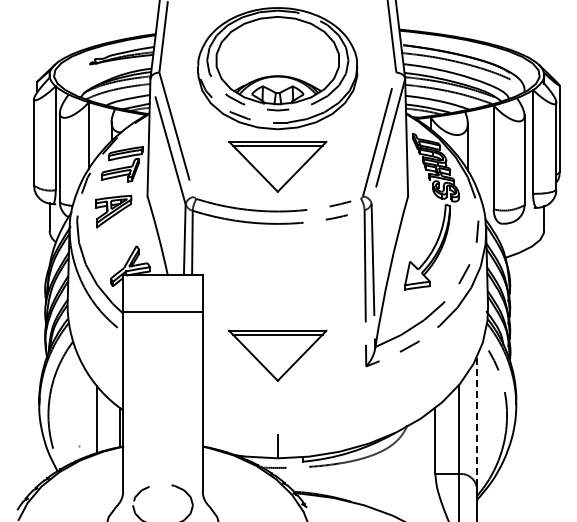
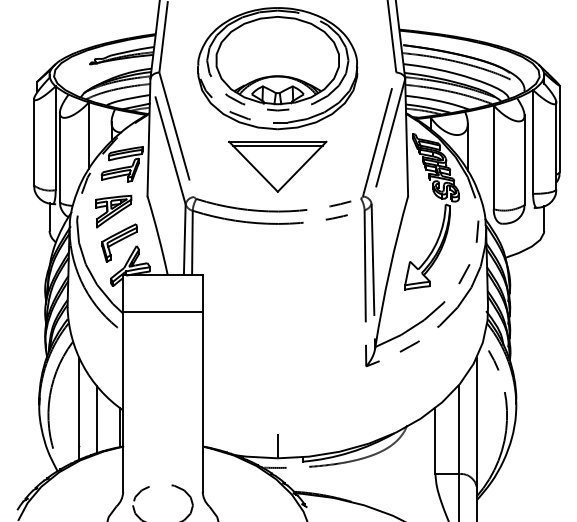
part at (119, 242): none -> present
part at (277, 355): present -> none
line at (79, 408): none -> present
line at (476, 422): dashed -> solid
